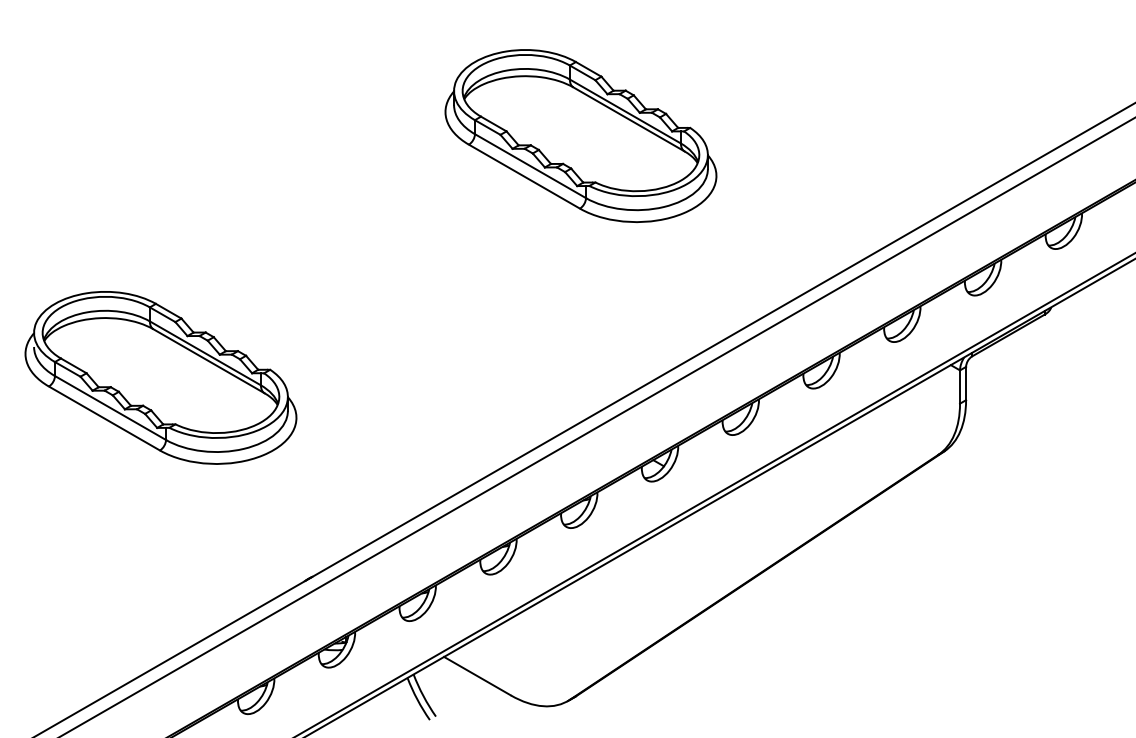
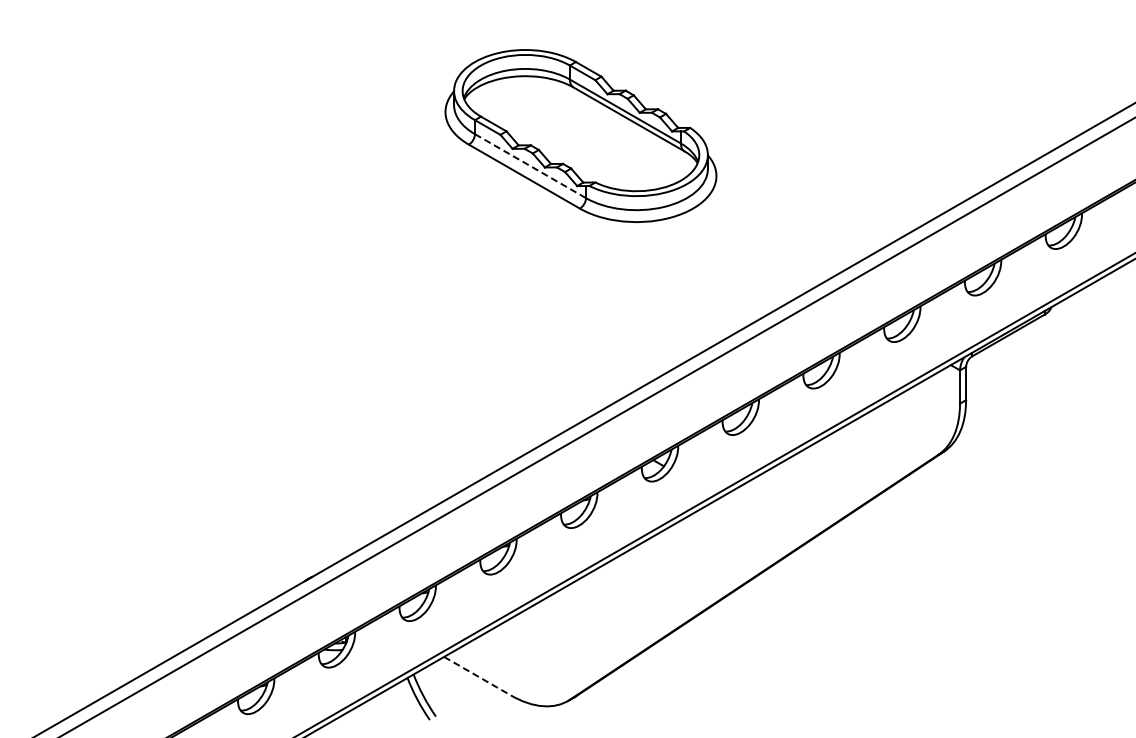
line at (530, 166): solid -> dashed
part at (160, 377): present -> none
line at (477, 676): solid -> dashed
